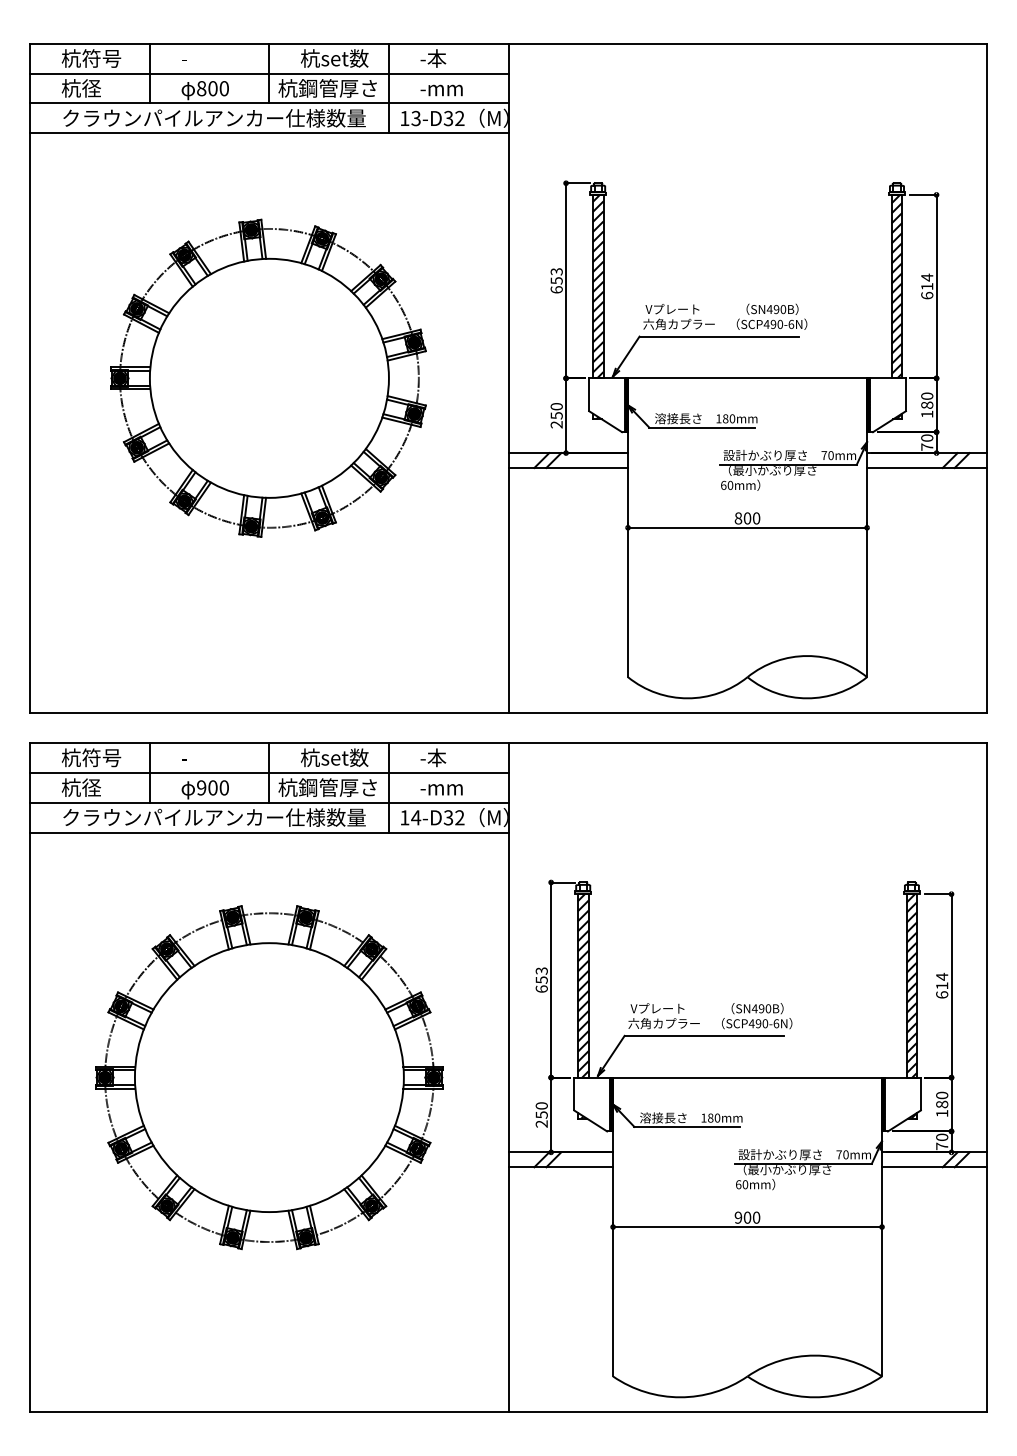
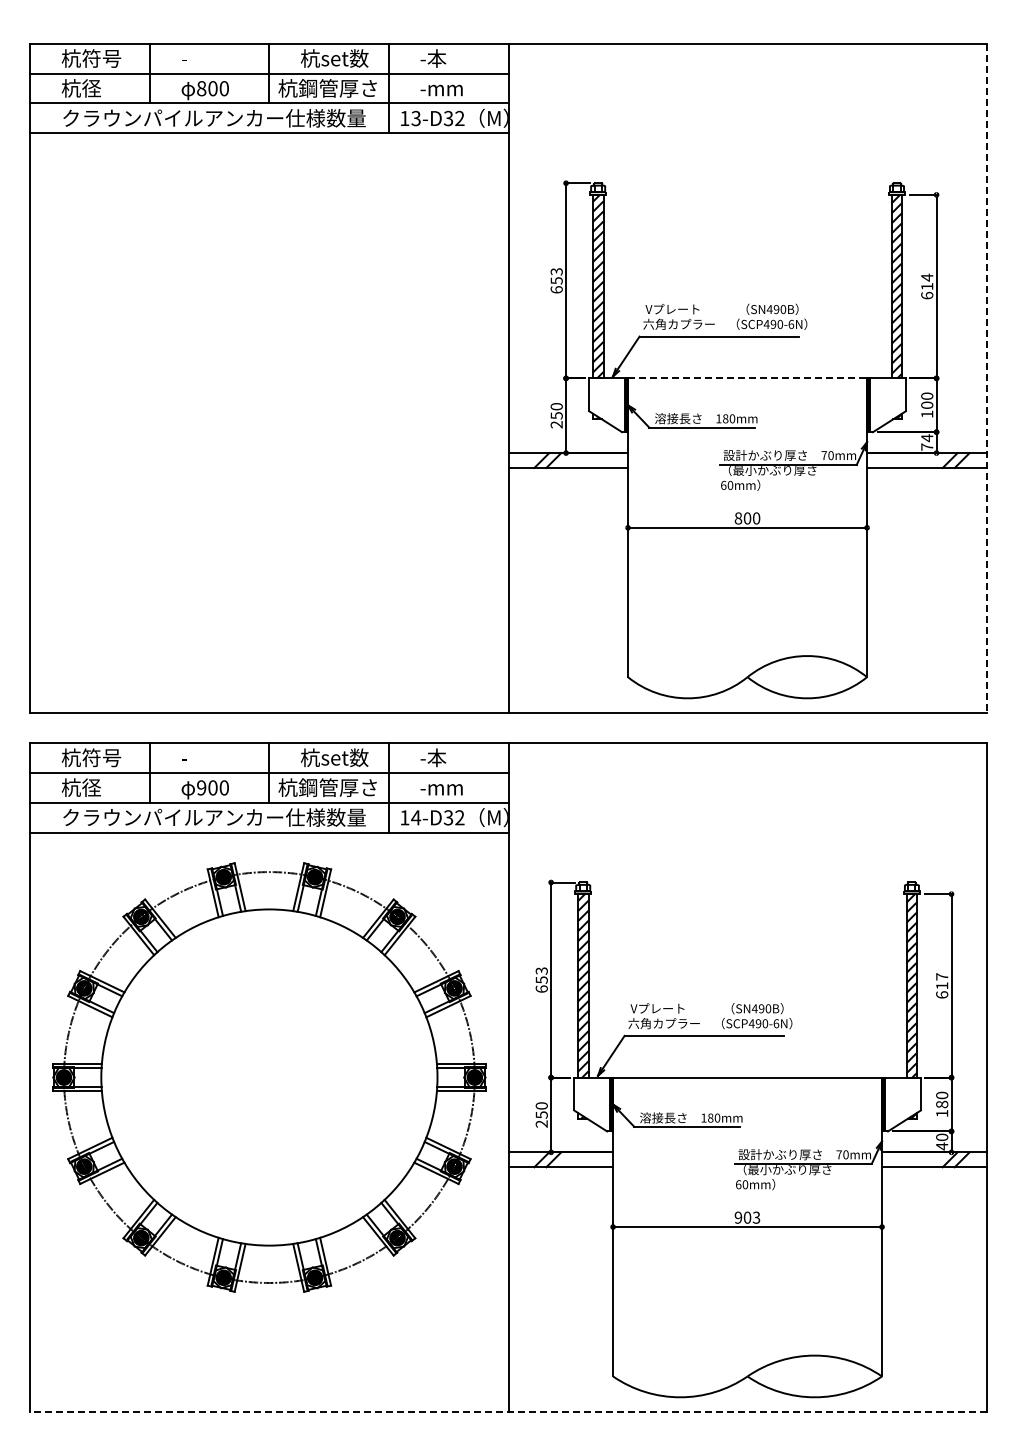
part at (268, 377): present -> none
line at (747, 378): solid -> dashed
line at (986, 378): solid -> dashed
text at (926, 404): 180 -> 100
text at (927, 438): 70 -> 74
text at (942, 976): 614 -> 617
part at (269, 1077) size: 349x346 px -> 435x431 px
text at (942, 1146): 70 -> 40
text at (756, 1217): 900 -> 903
line at (508, 1412): solid -> dashed
